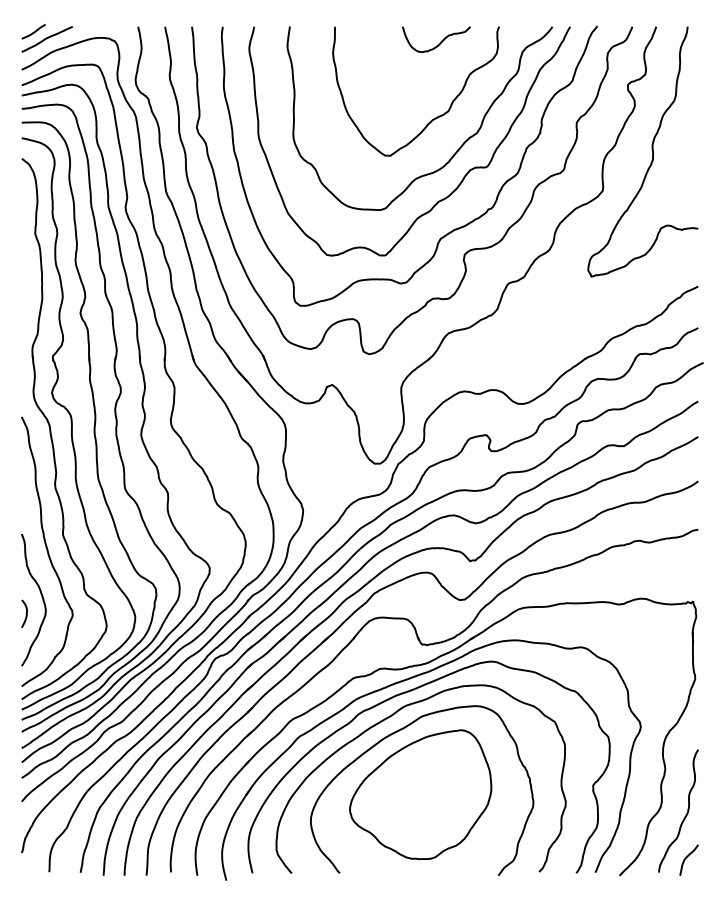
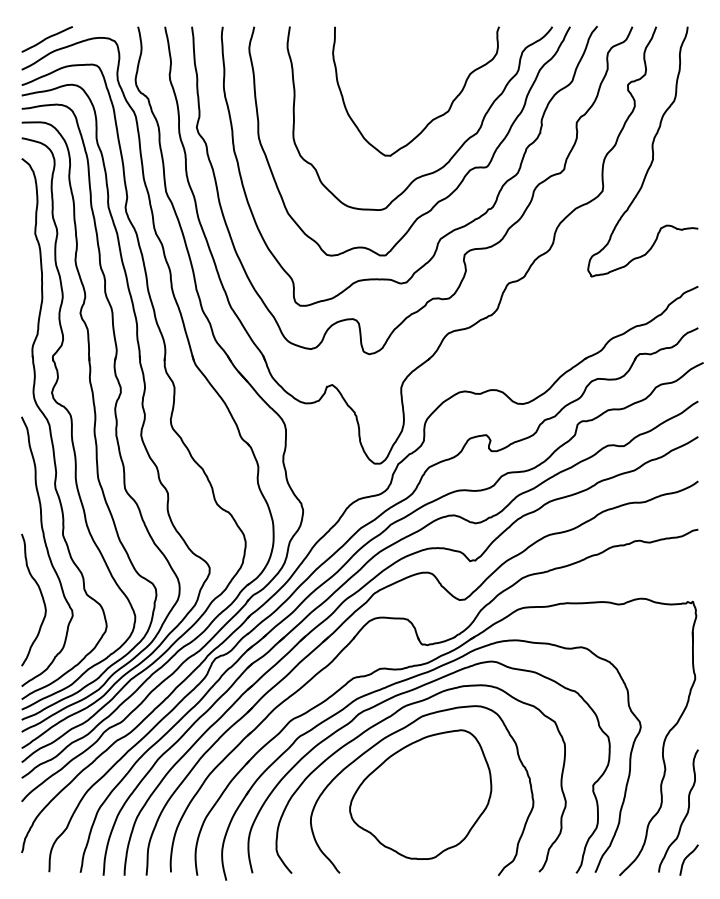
curve at (33, 31): present -> none
curve at (440, 41): present -> none
curve at (26, 613): present -> none
